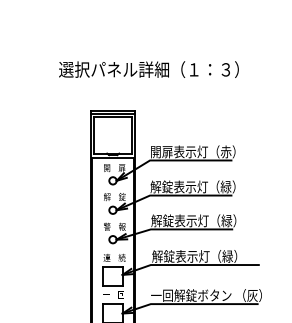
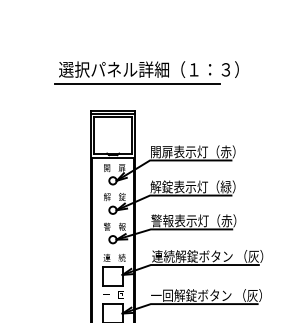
line at (137, 84): none -> present
text at (191, 220): 解錠表示灯（緑） -> 警報表示灯（赤）
text at (207, 256): 解錠表示灯（緑） -> 連続解錠ボタン （灰）
